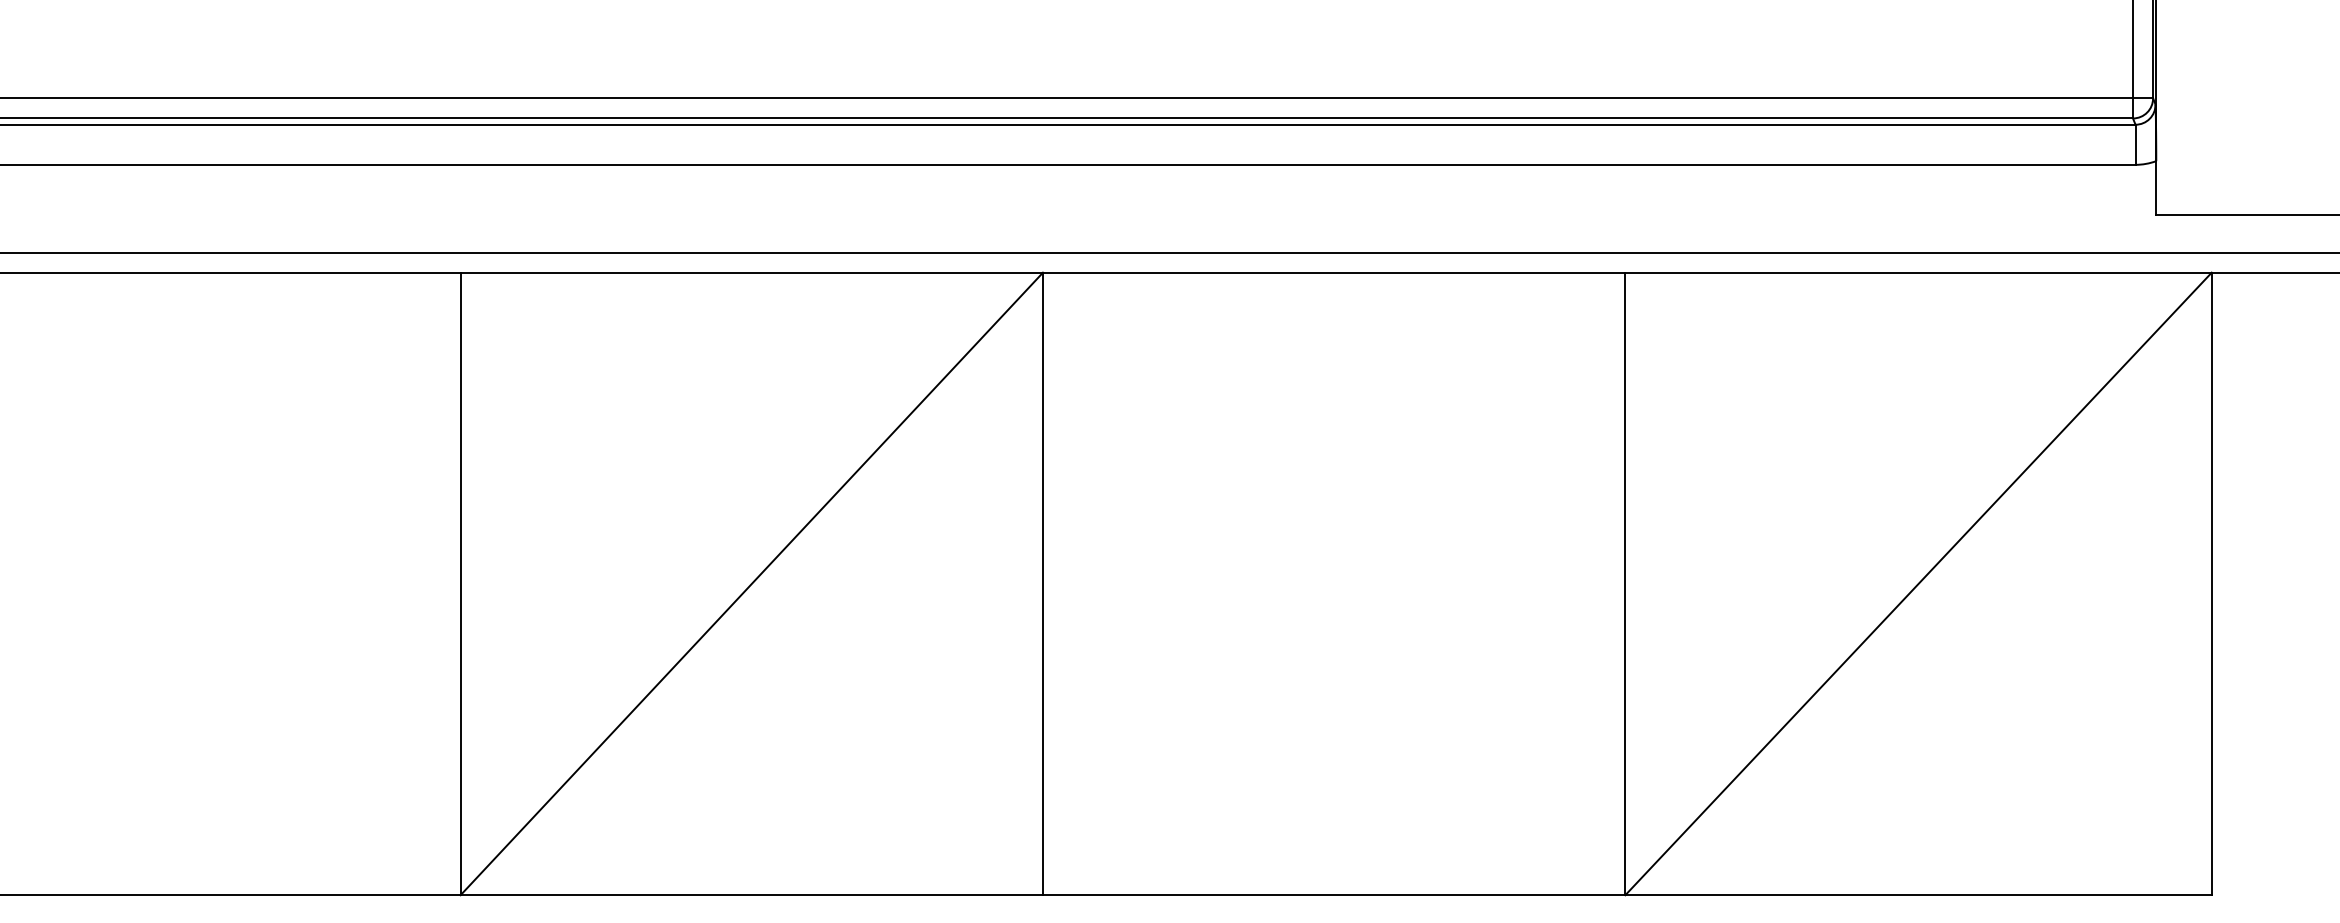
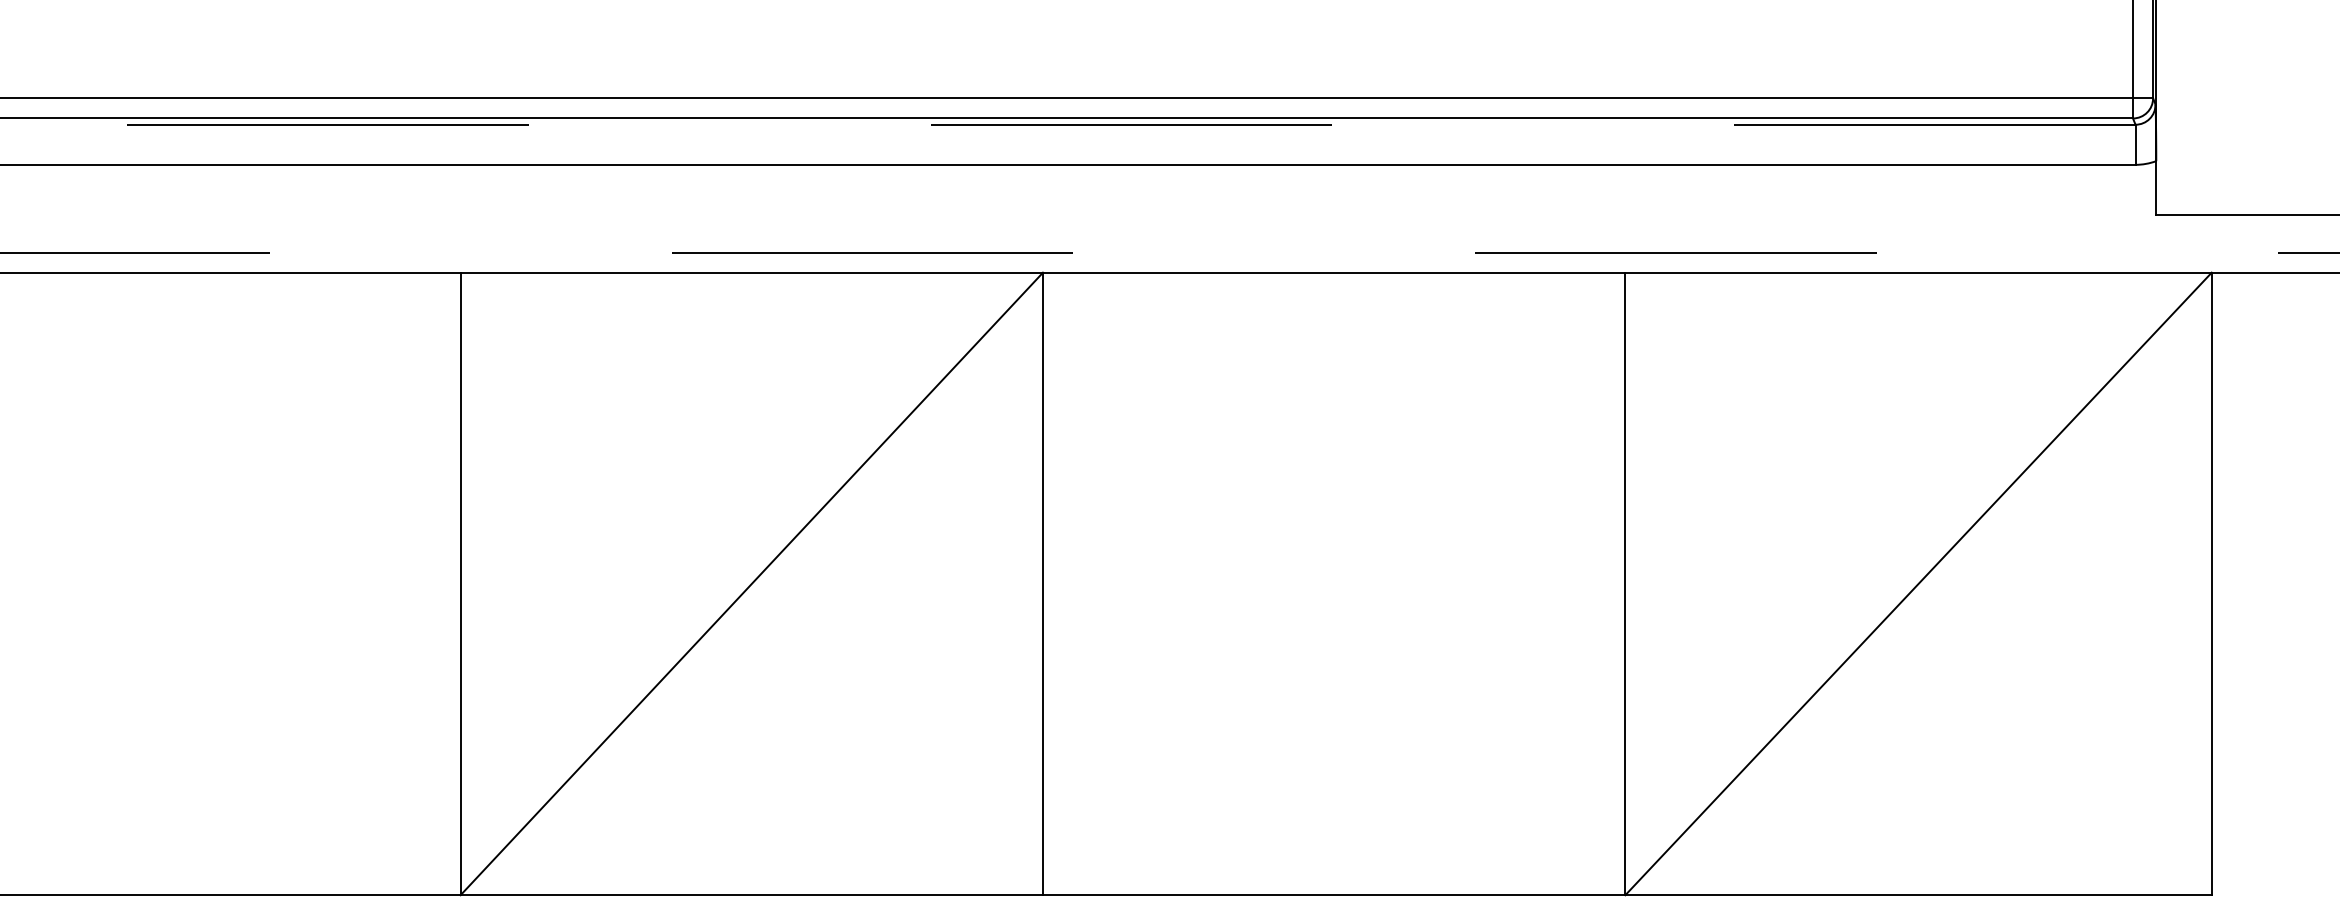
line at (1067, 124): solid -> dashed
line at (1169, 253): solid -> dashed
